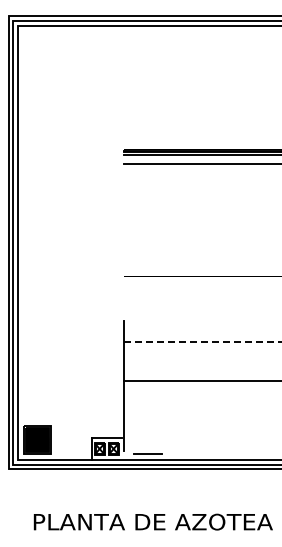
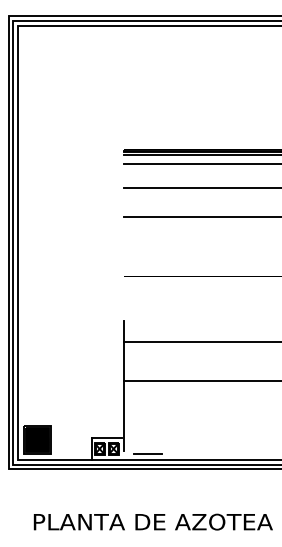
line at (200, 188): none -> present
line at (200, 217): none -> present
line at (202, 342): dashed -> solid
